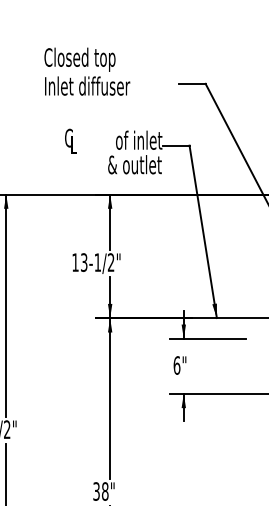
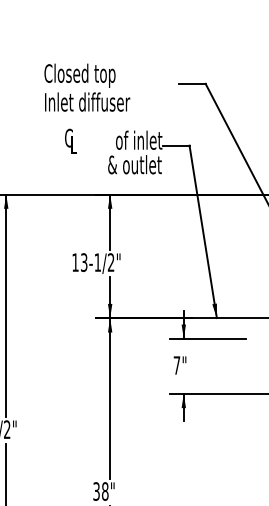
text at (87, 71) position: (87, 71) -> (87, 87)
text at (176, 365): 6" -> 7"
